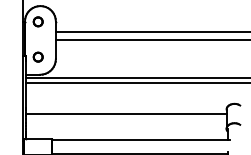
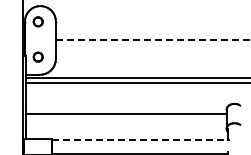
line at (151, 31): present -> none
line at (153, 40): solid -> dashed
line at (141, 139): solid -> dashed
